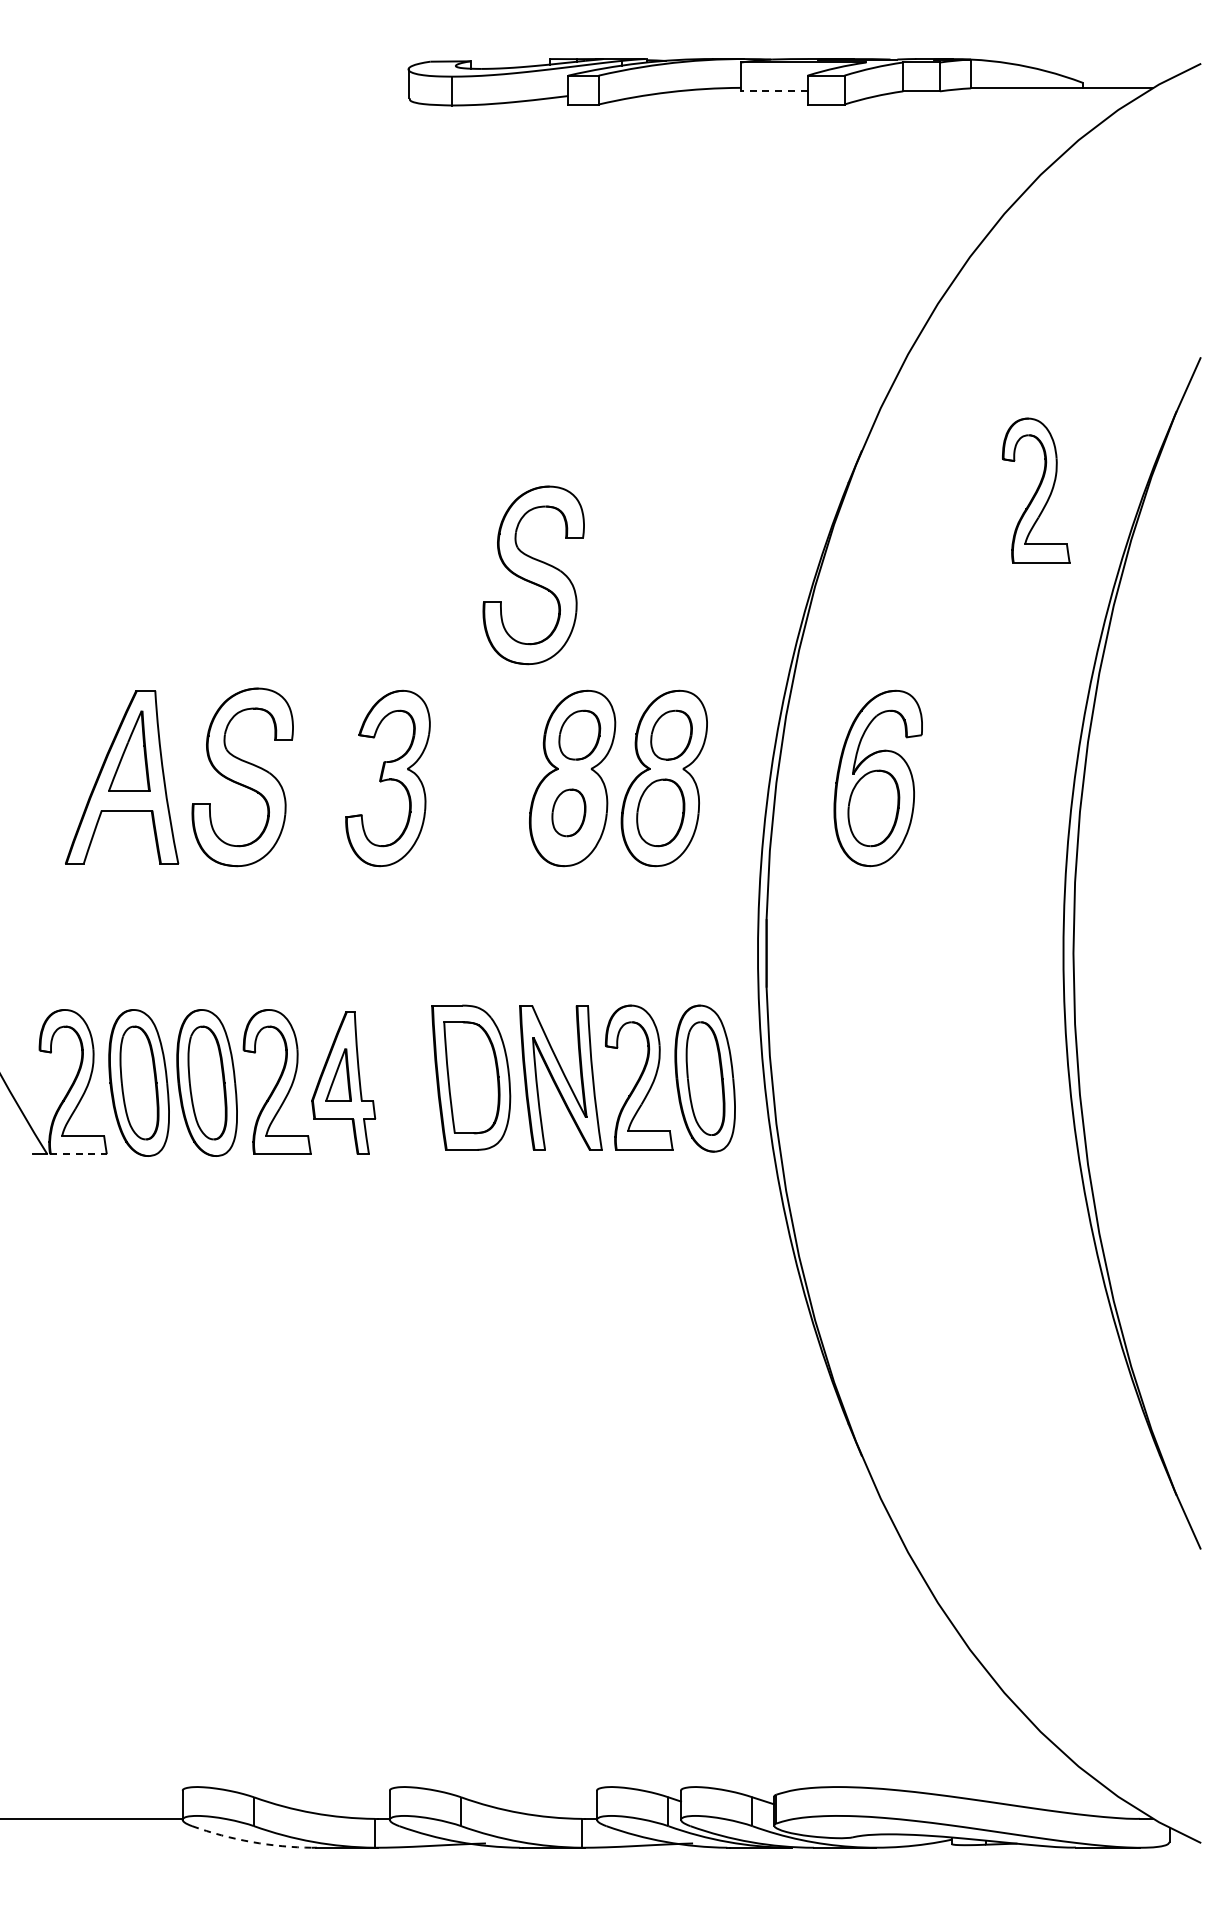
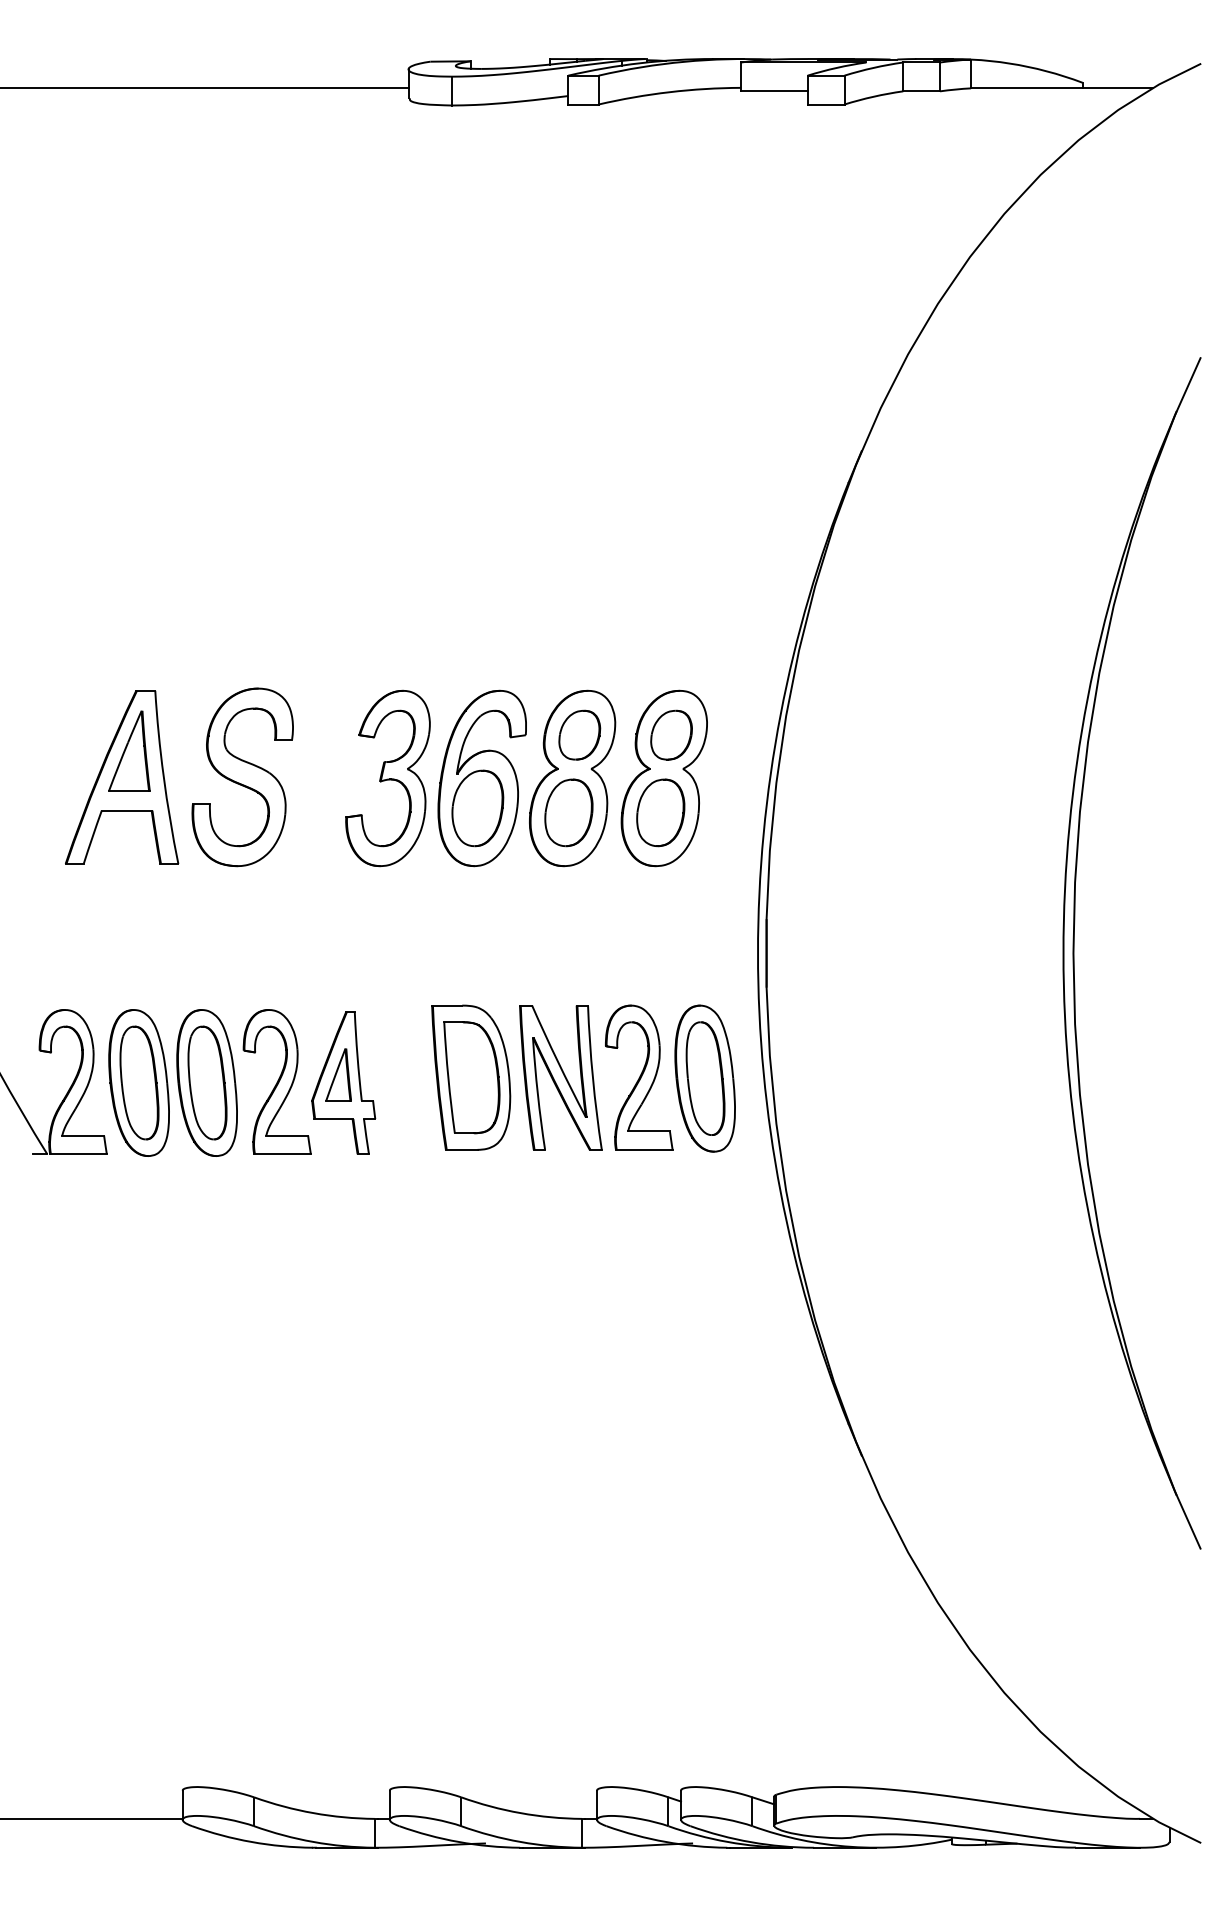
line at (205, 87): none -> present
line at (773, 91): dashed -> solid
part at (1036, 490): present -> none
part at (533, 575): present -> none
part at (877, 778) position: (877, 778) -> (481, 778)
part at (568, 812) size: 36x50 px -> 50x70 px
line at (79, 1154): dashed -> solid
arc at (251, 1842): dashed -> solid
